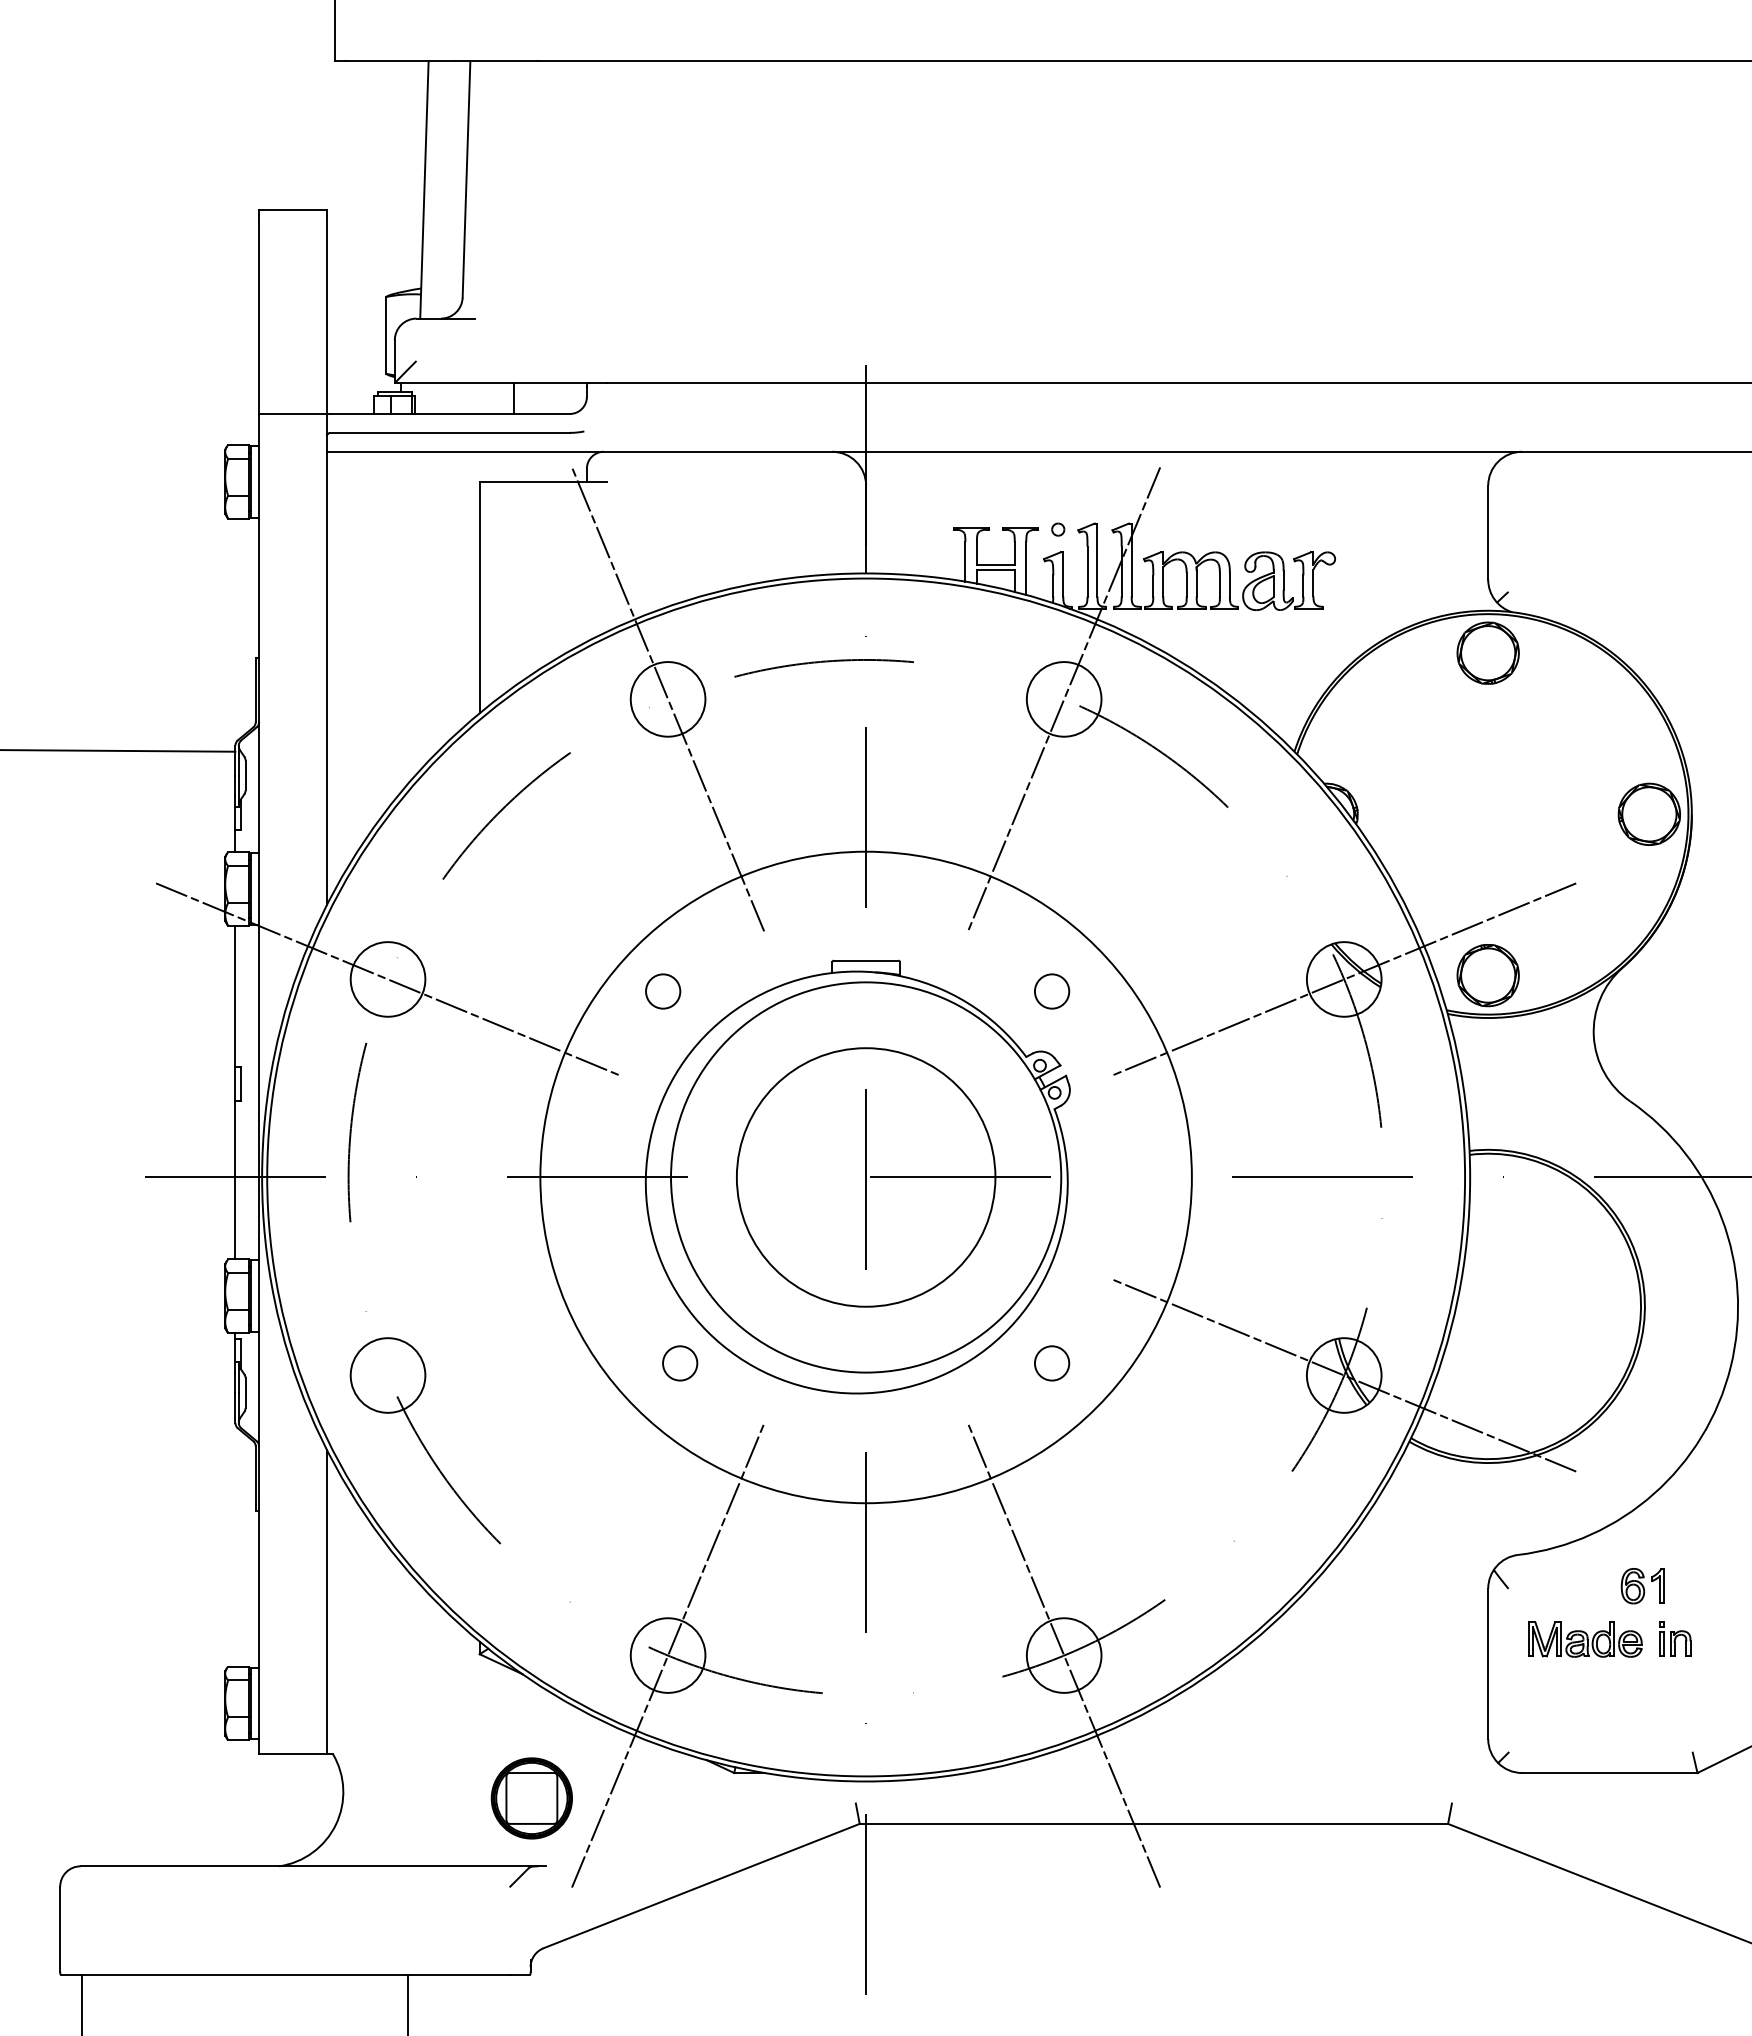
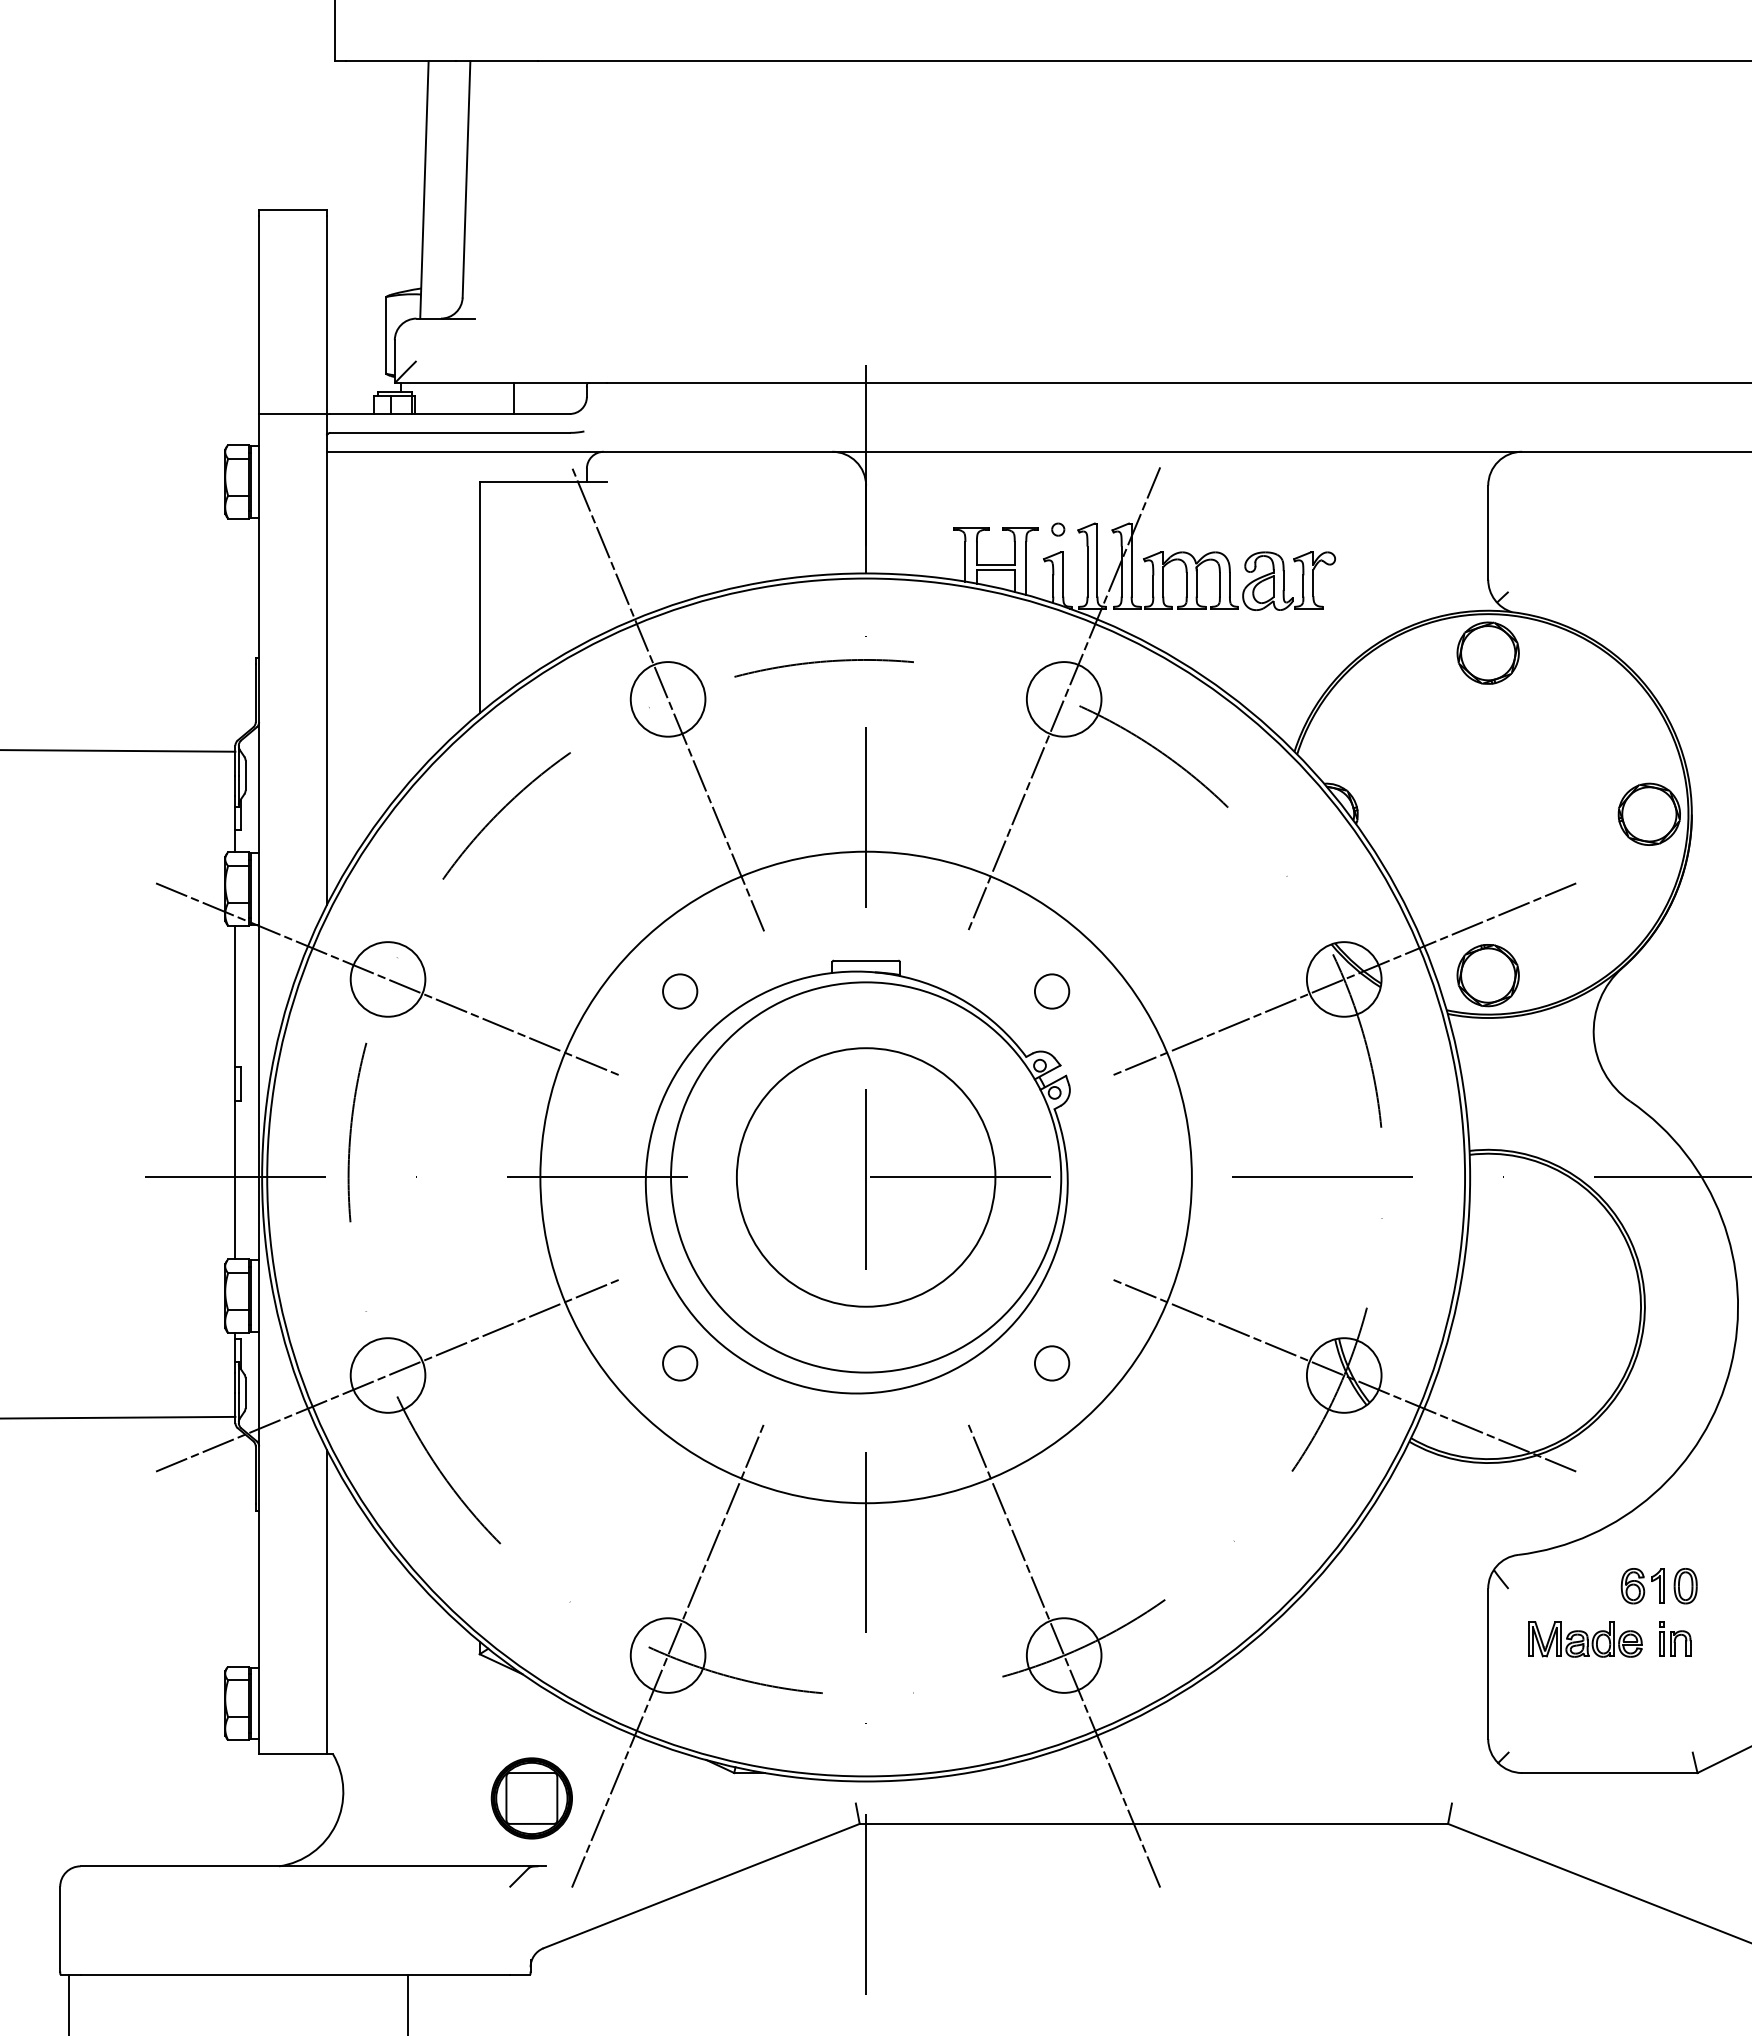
circle at (663, 991) position: (663, 991) -> (680, 991)
line at (388, 1375): none -> present
line at (118, 1417): none -> present
part at (1685, 1586): none -> present
line at (81, 2003) position: (81, 2003) -> (68, 2003)
